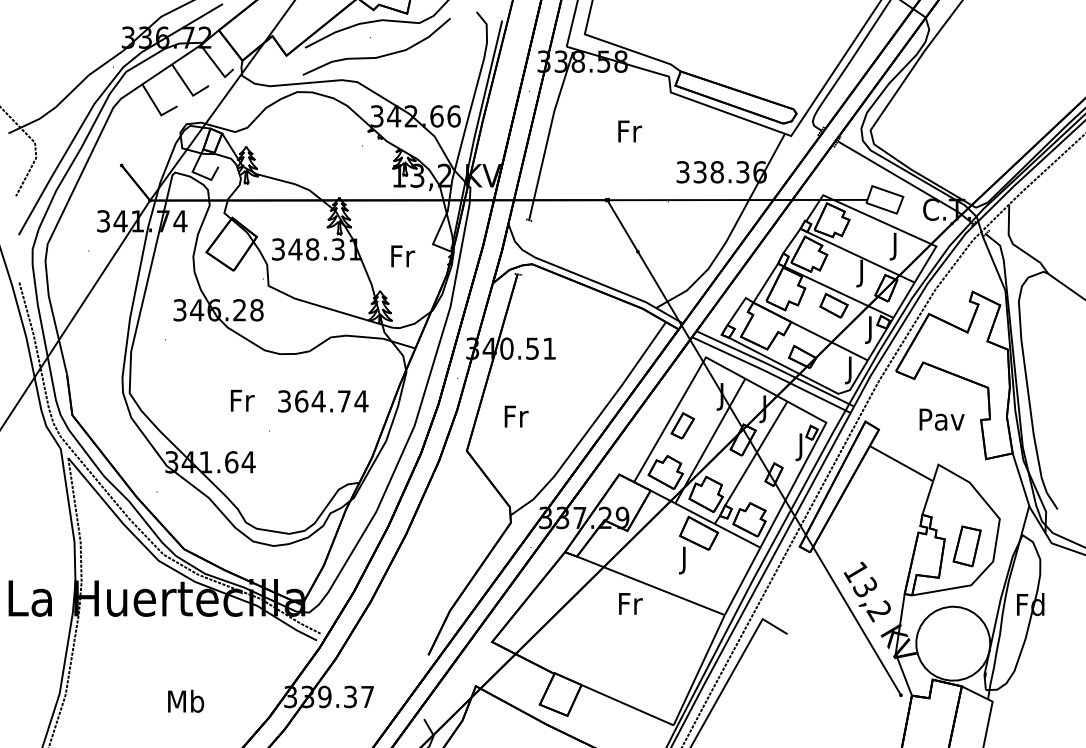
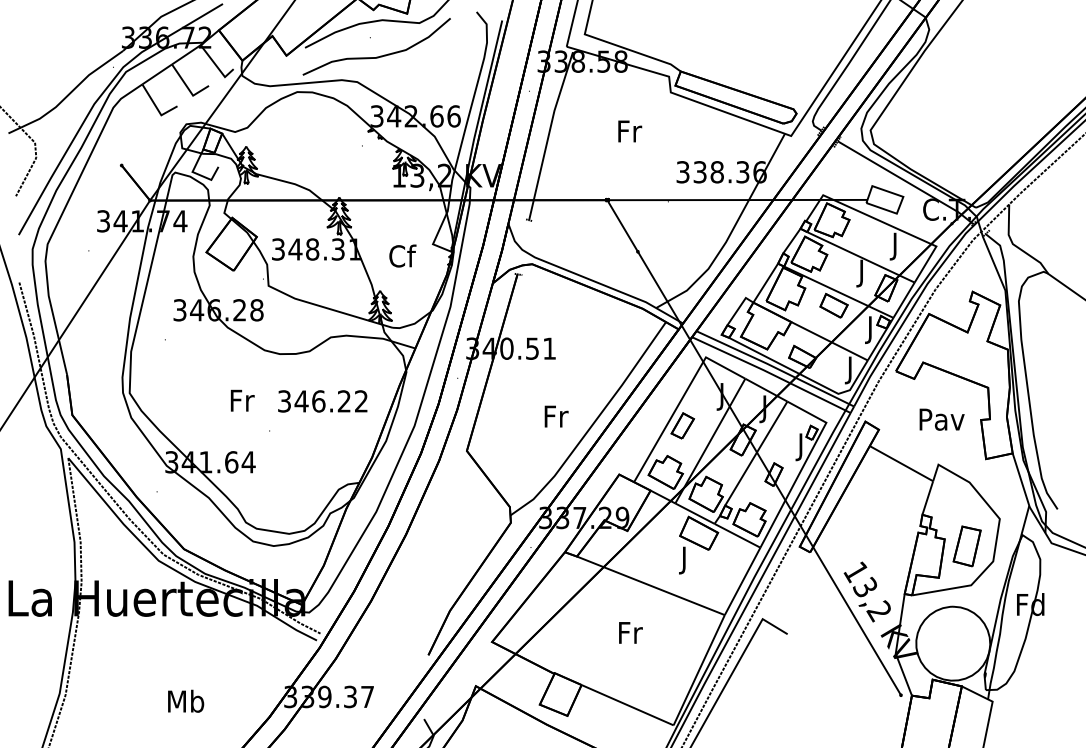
text at (402, 255): Fr -> Cf
text at (331, 401): 364.74 -> 346.22
text at (516, 416) position: (516, 416) -> (556, 416)
text at (630, 603) position: (630, 603) -> (630, 632)
